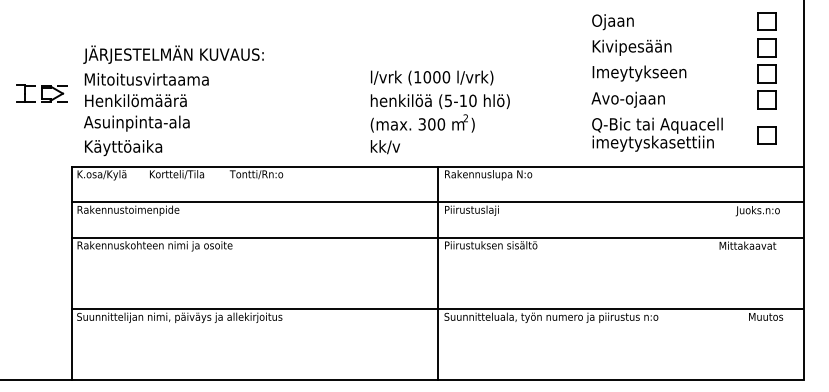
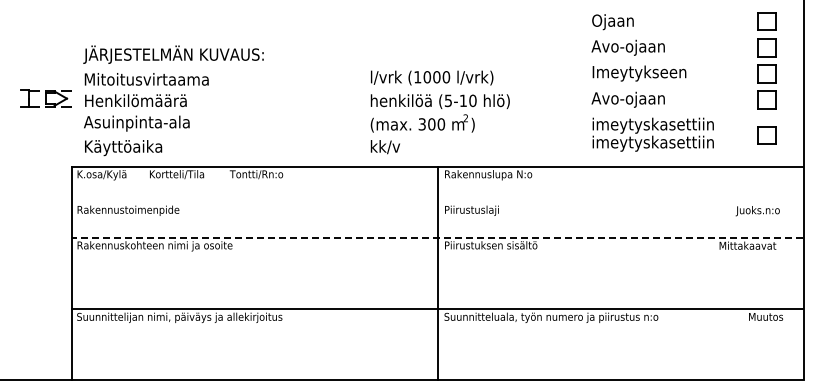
text at (631, 47): Kivipesään -> Avo-ojaan
part at (41, 93) position: (41, 93) -> (45, 98)
text at (657, 125): Q-Bic tai Aquacell -> imeytyskasettiin
line at (437, 202): present -> none
line at (437, 237): solid -> dashed
